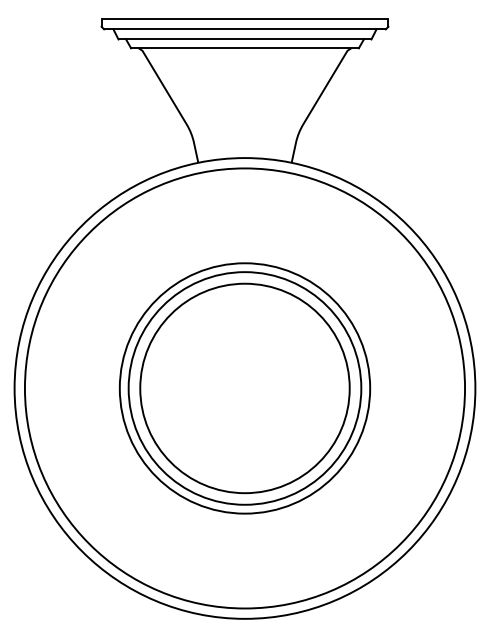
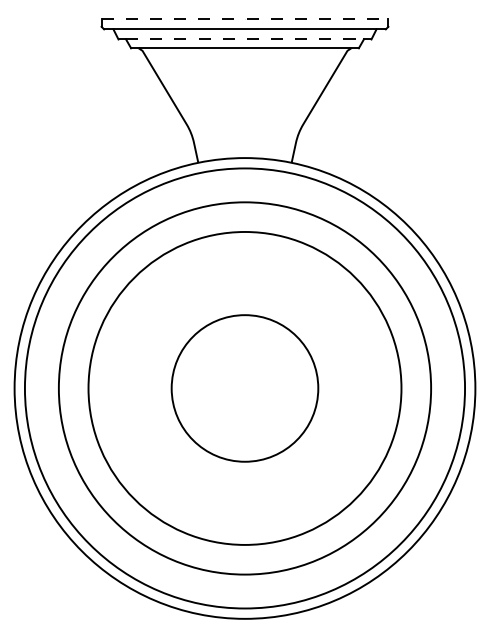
line at (245, 19): solid -> dashed
line at (245, 39): solid -> dashed
circle at (244, 388) diameter: 209 px -> 147 px
circle at (244, 388) diameter: 233 px -> 372 px
circle at (244, 388) diameter: 250 px -> 313 px
